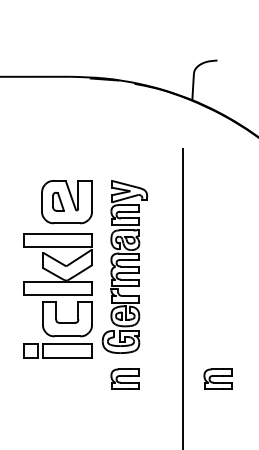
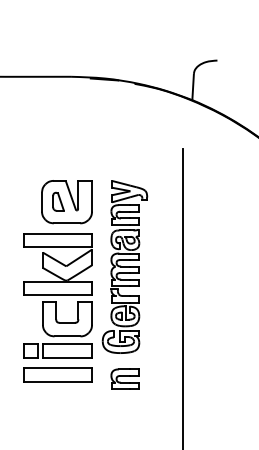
part at (57, 374): none -> present
part at (217, 378): present -> none
